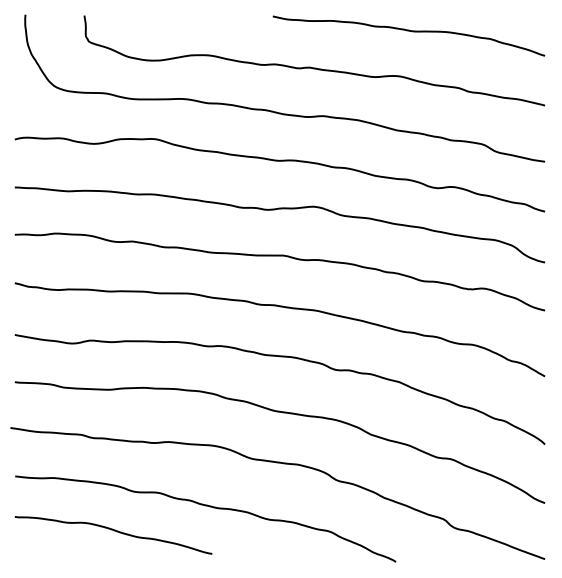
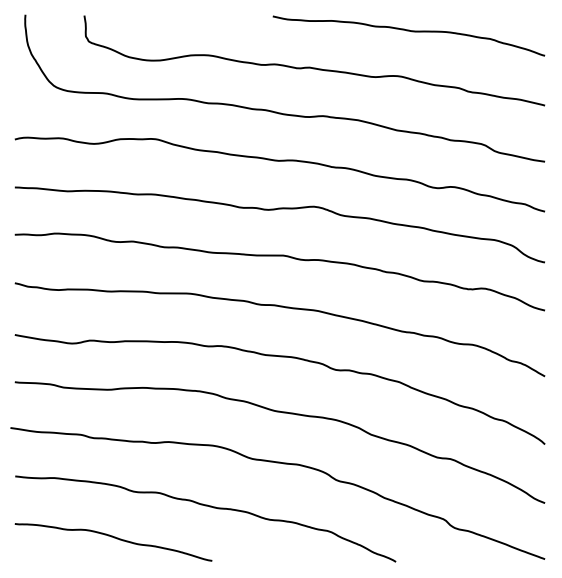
curve at (114, 531) position: (114, 531) -> (114, 538)
